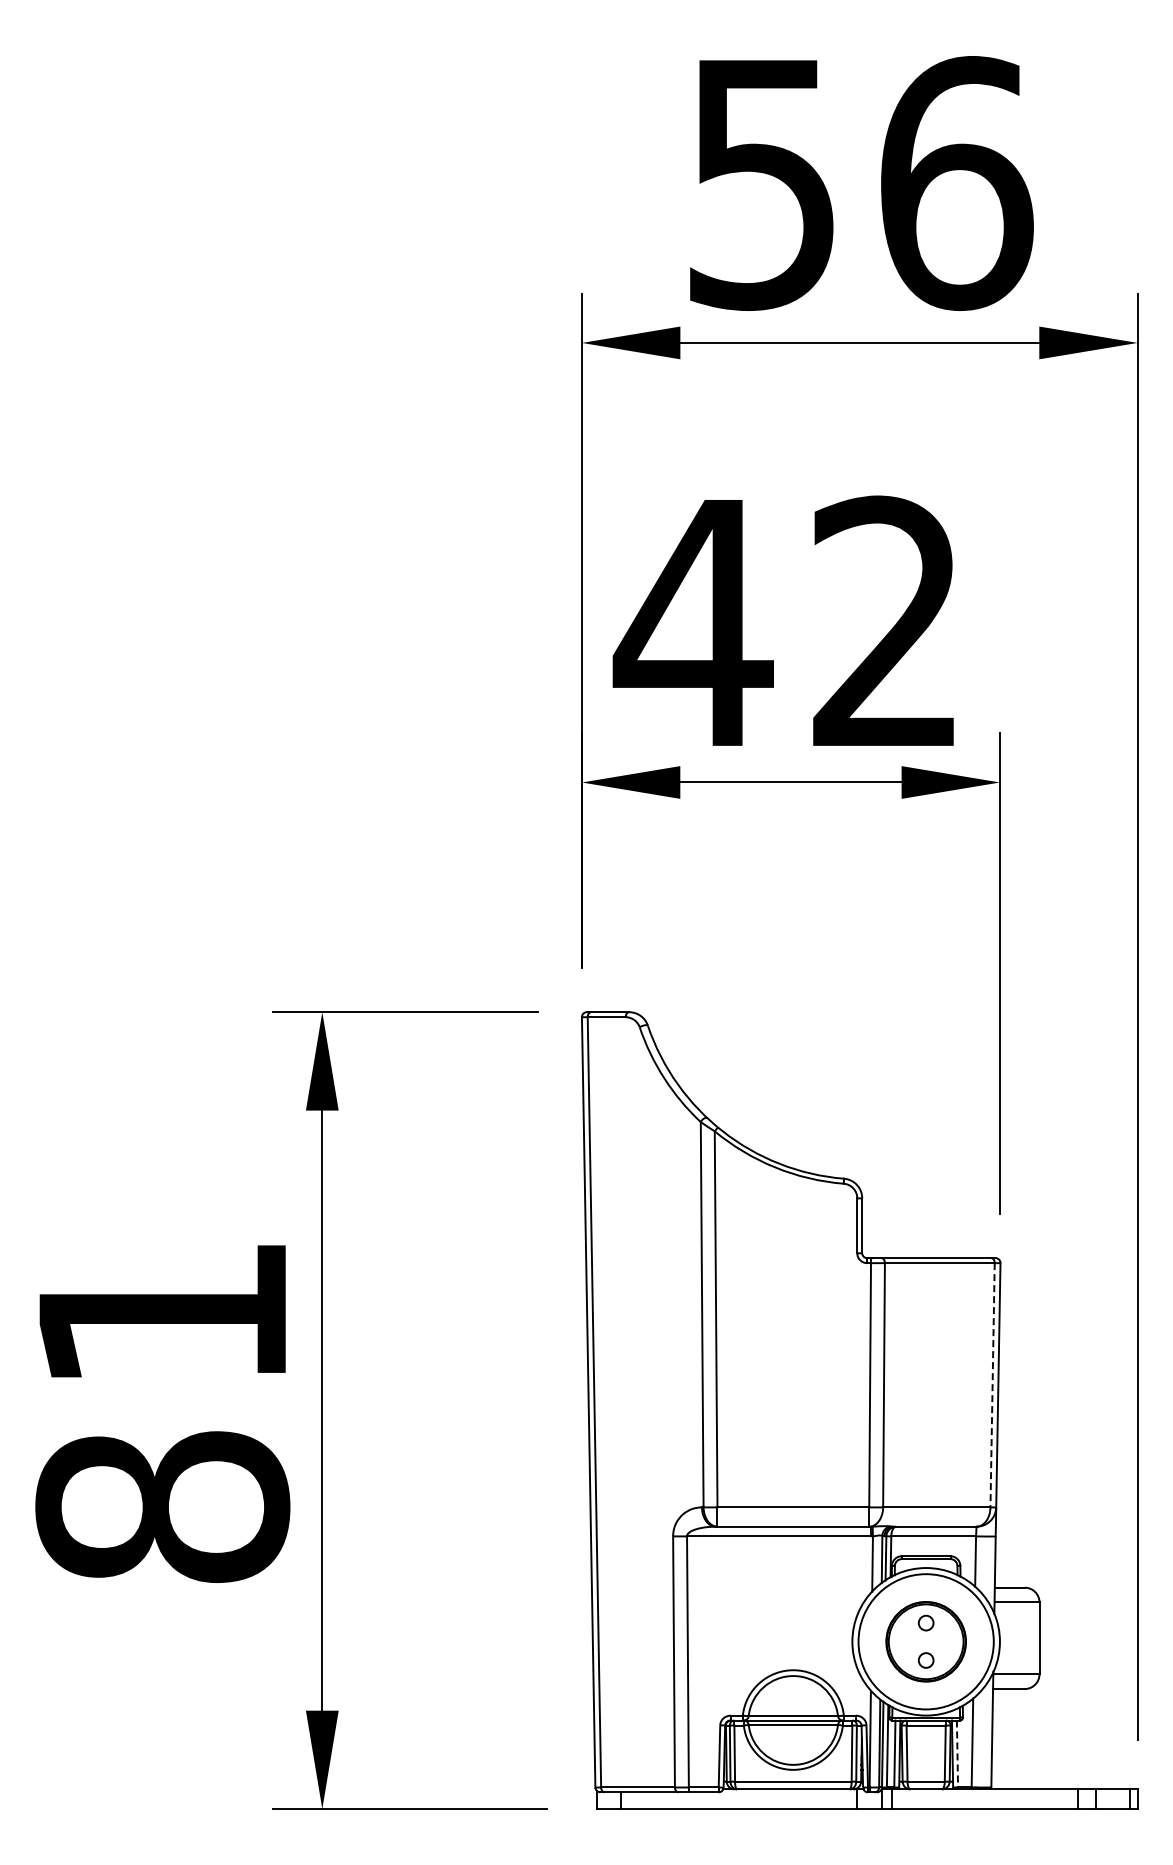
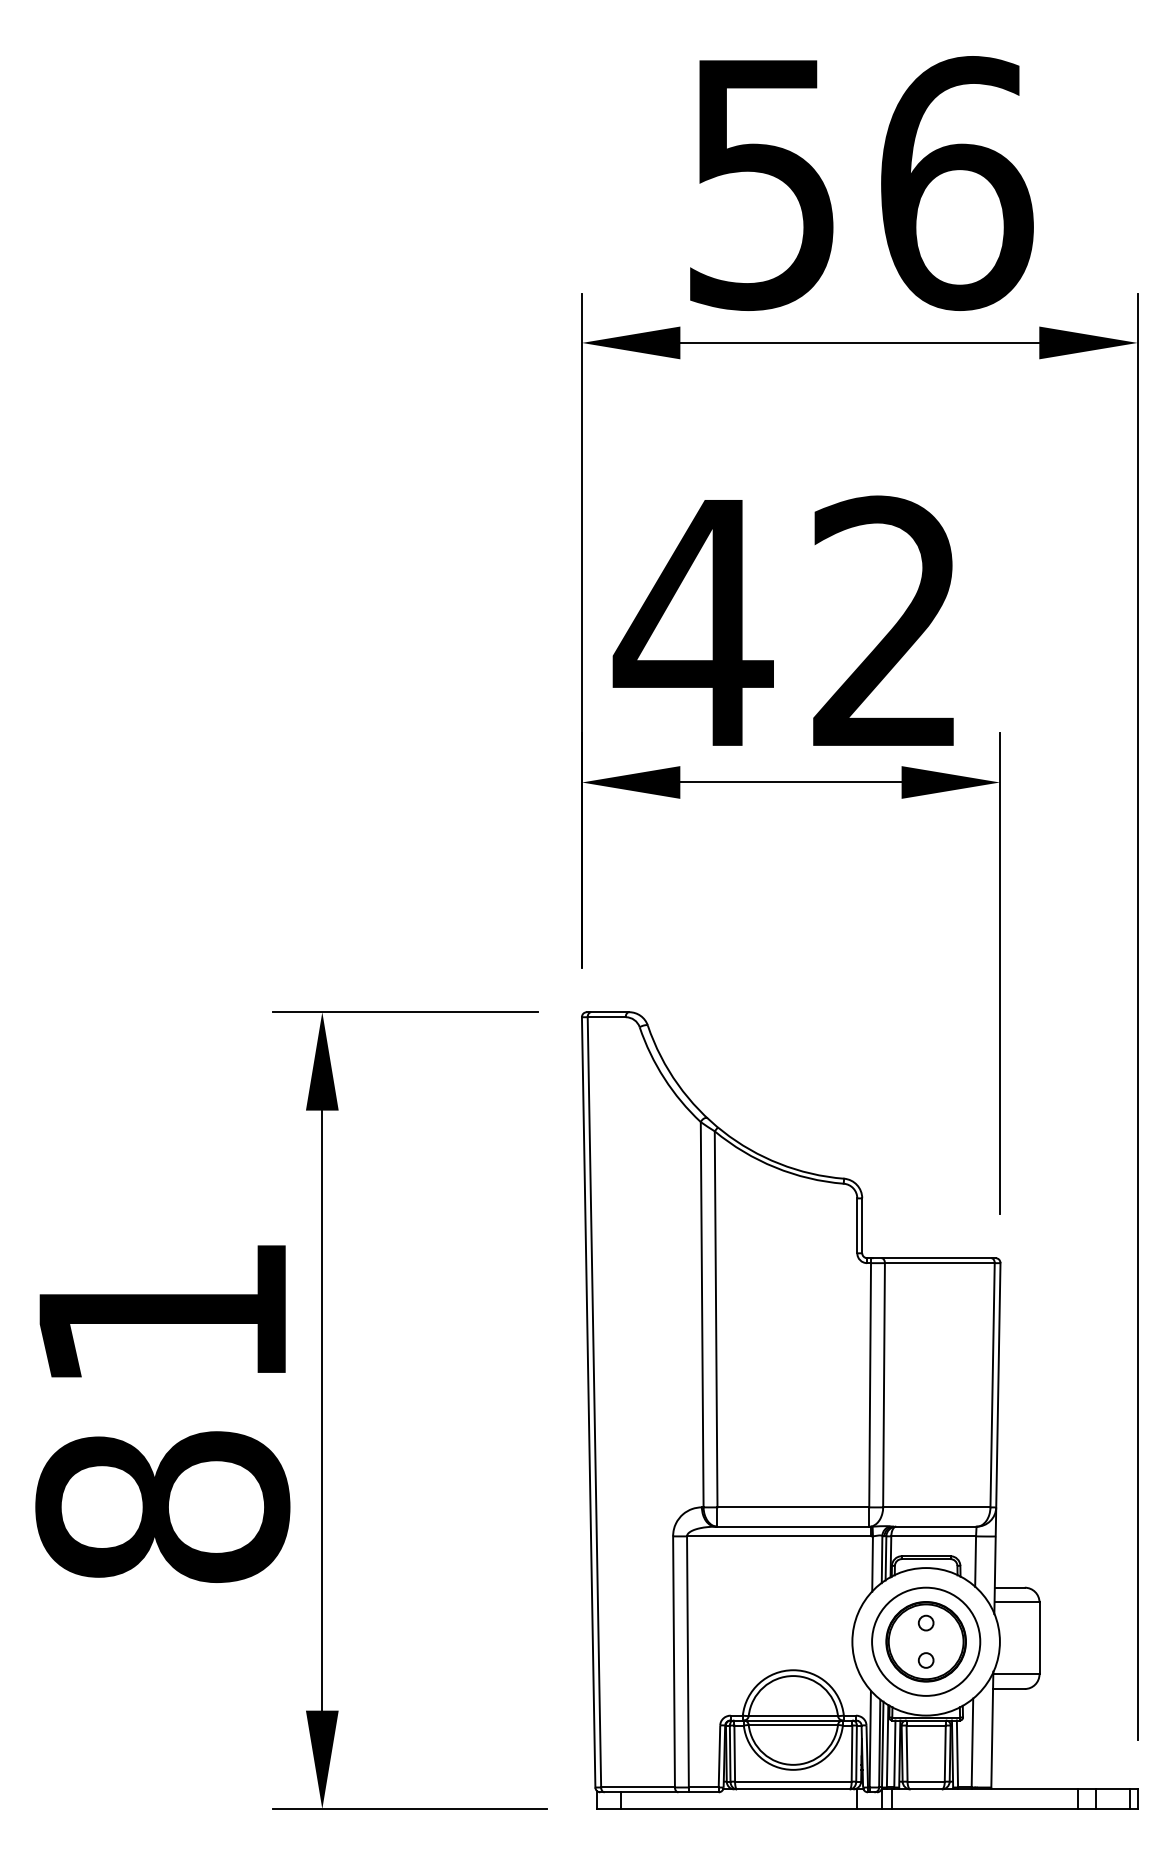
line at (992, 1385): dashed -> solid
circle at (925, 1641) diameter: 135 px -> 108 px
line at (957, 1753): dashed -> solid
